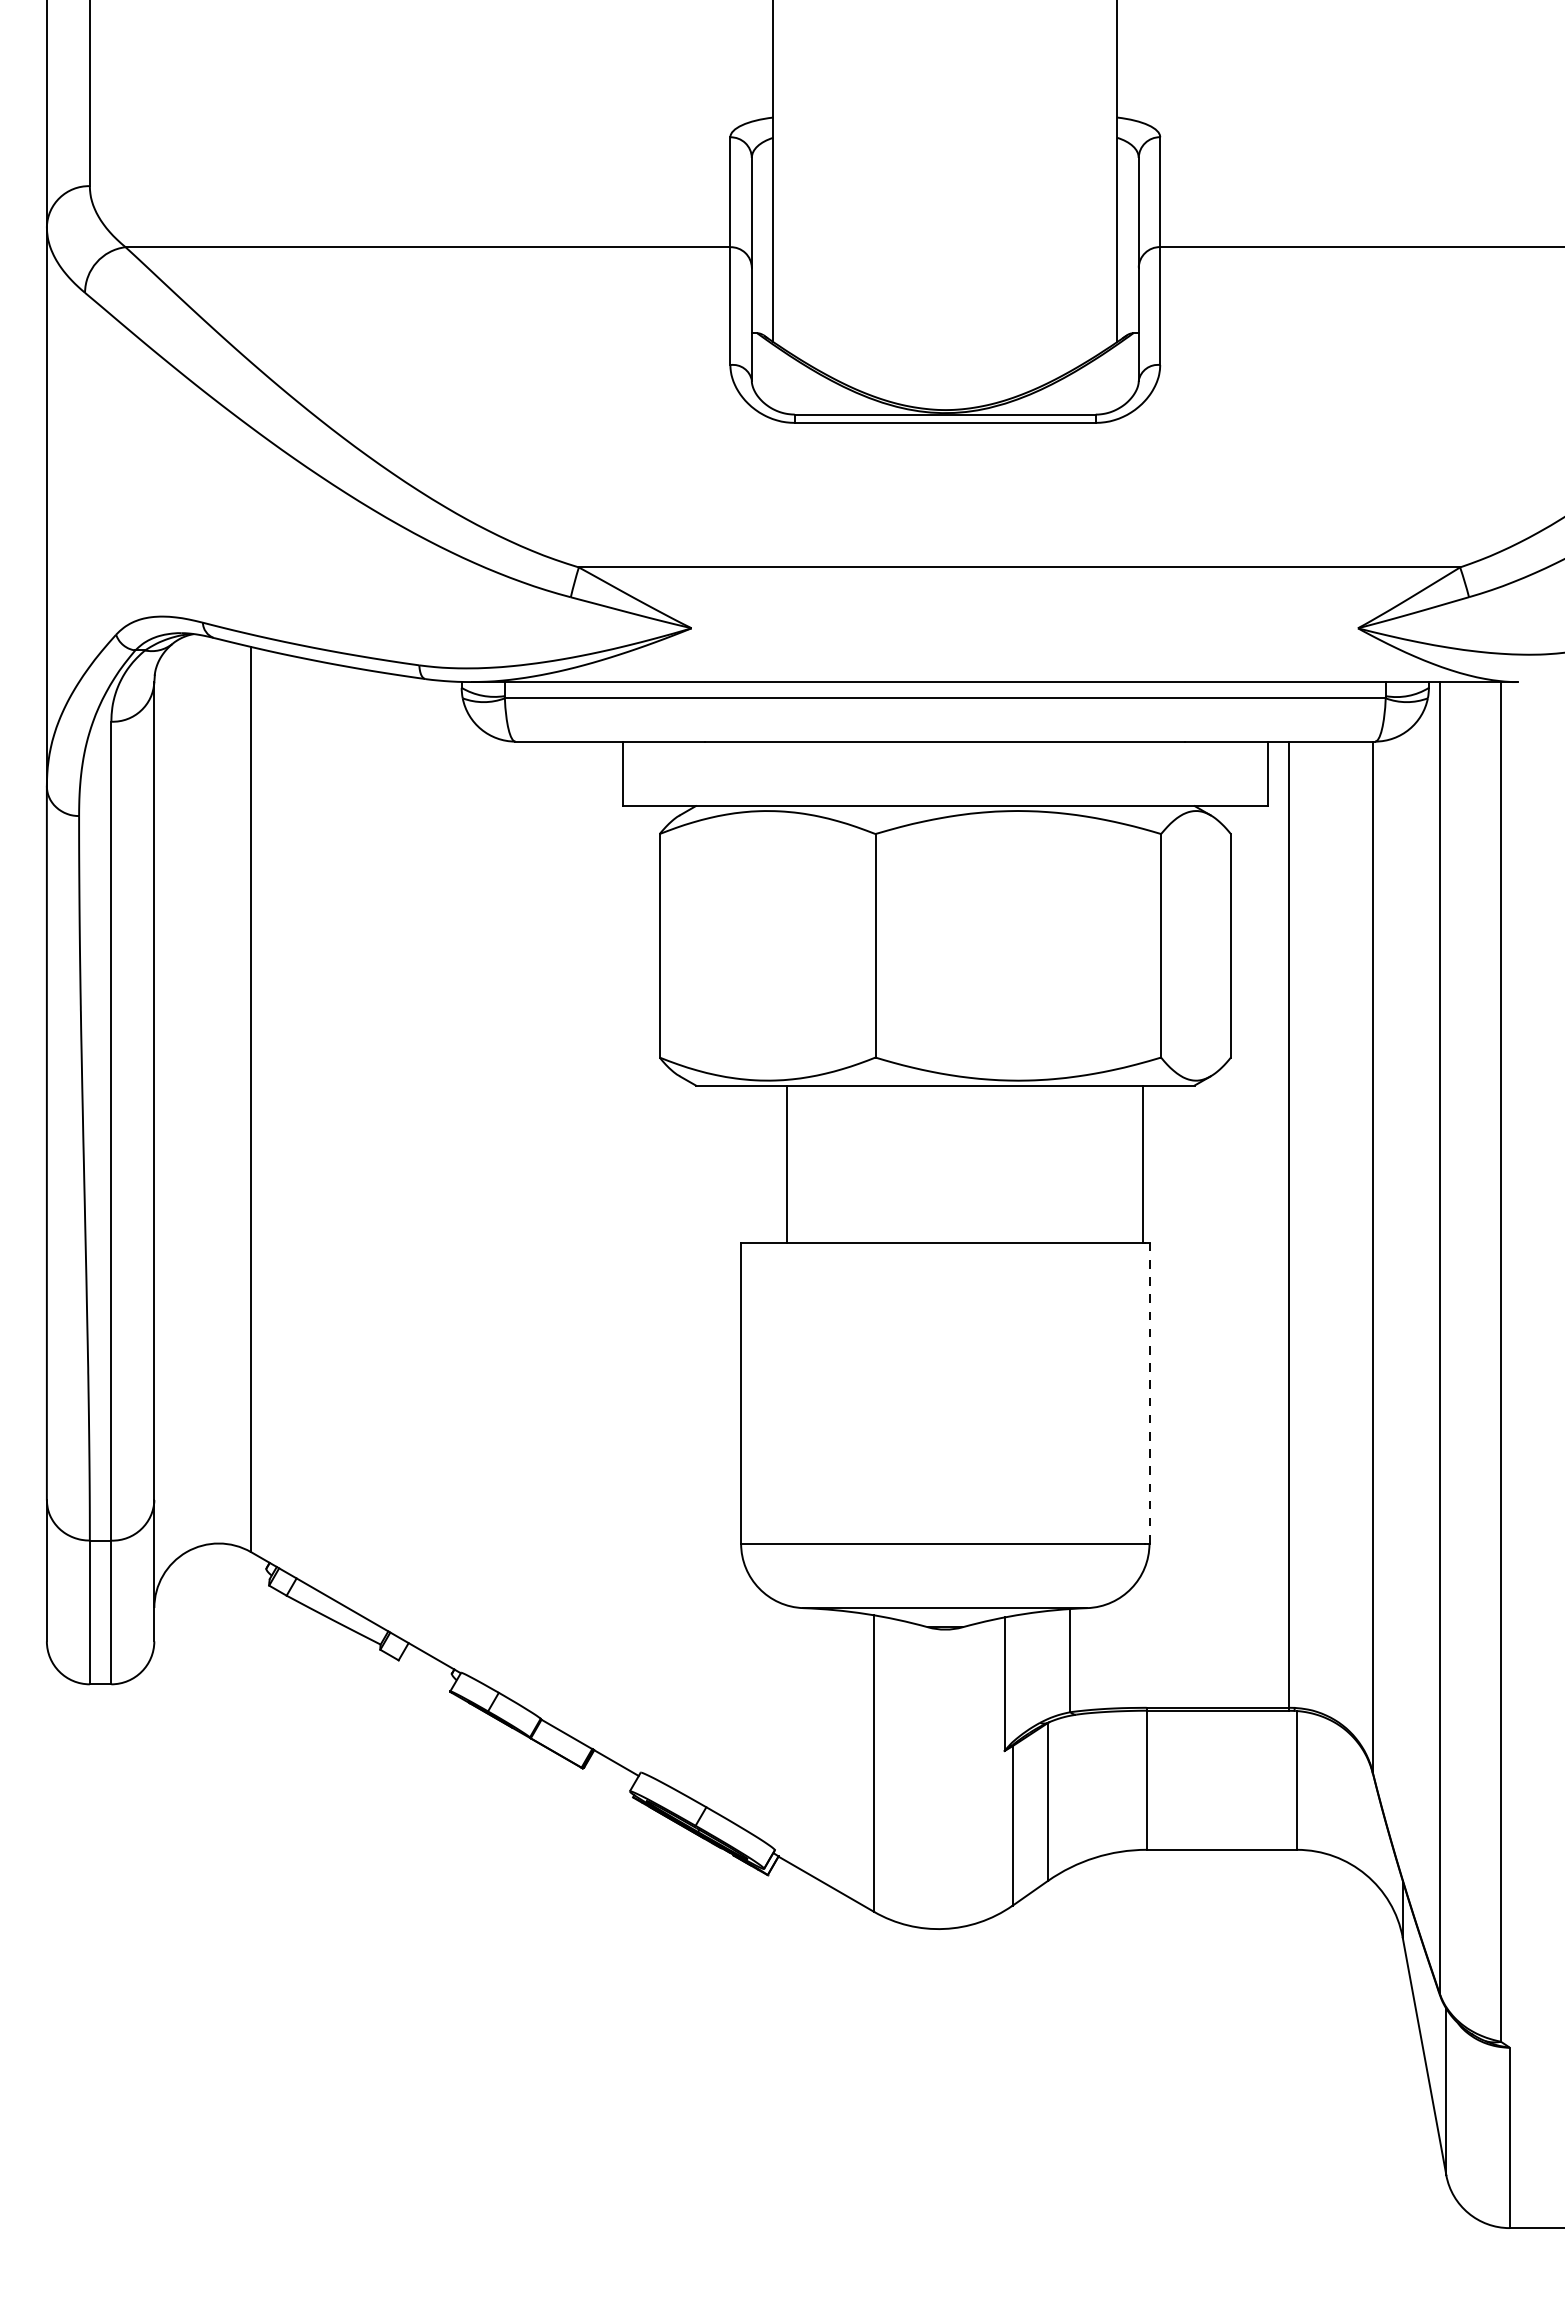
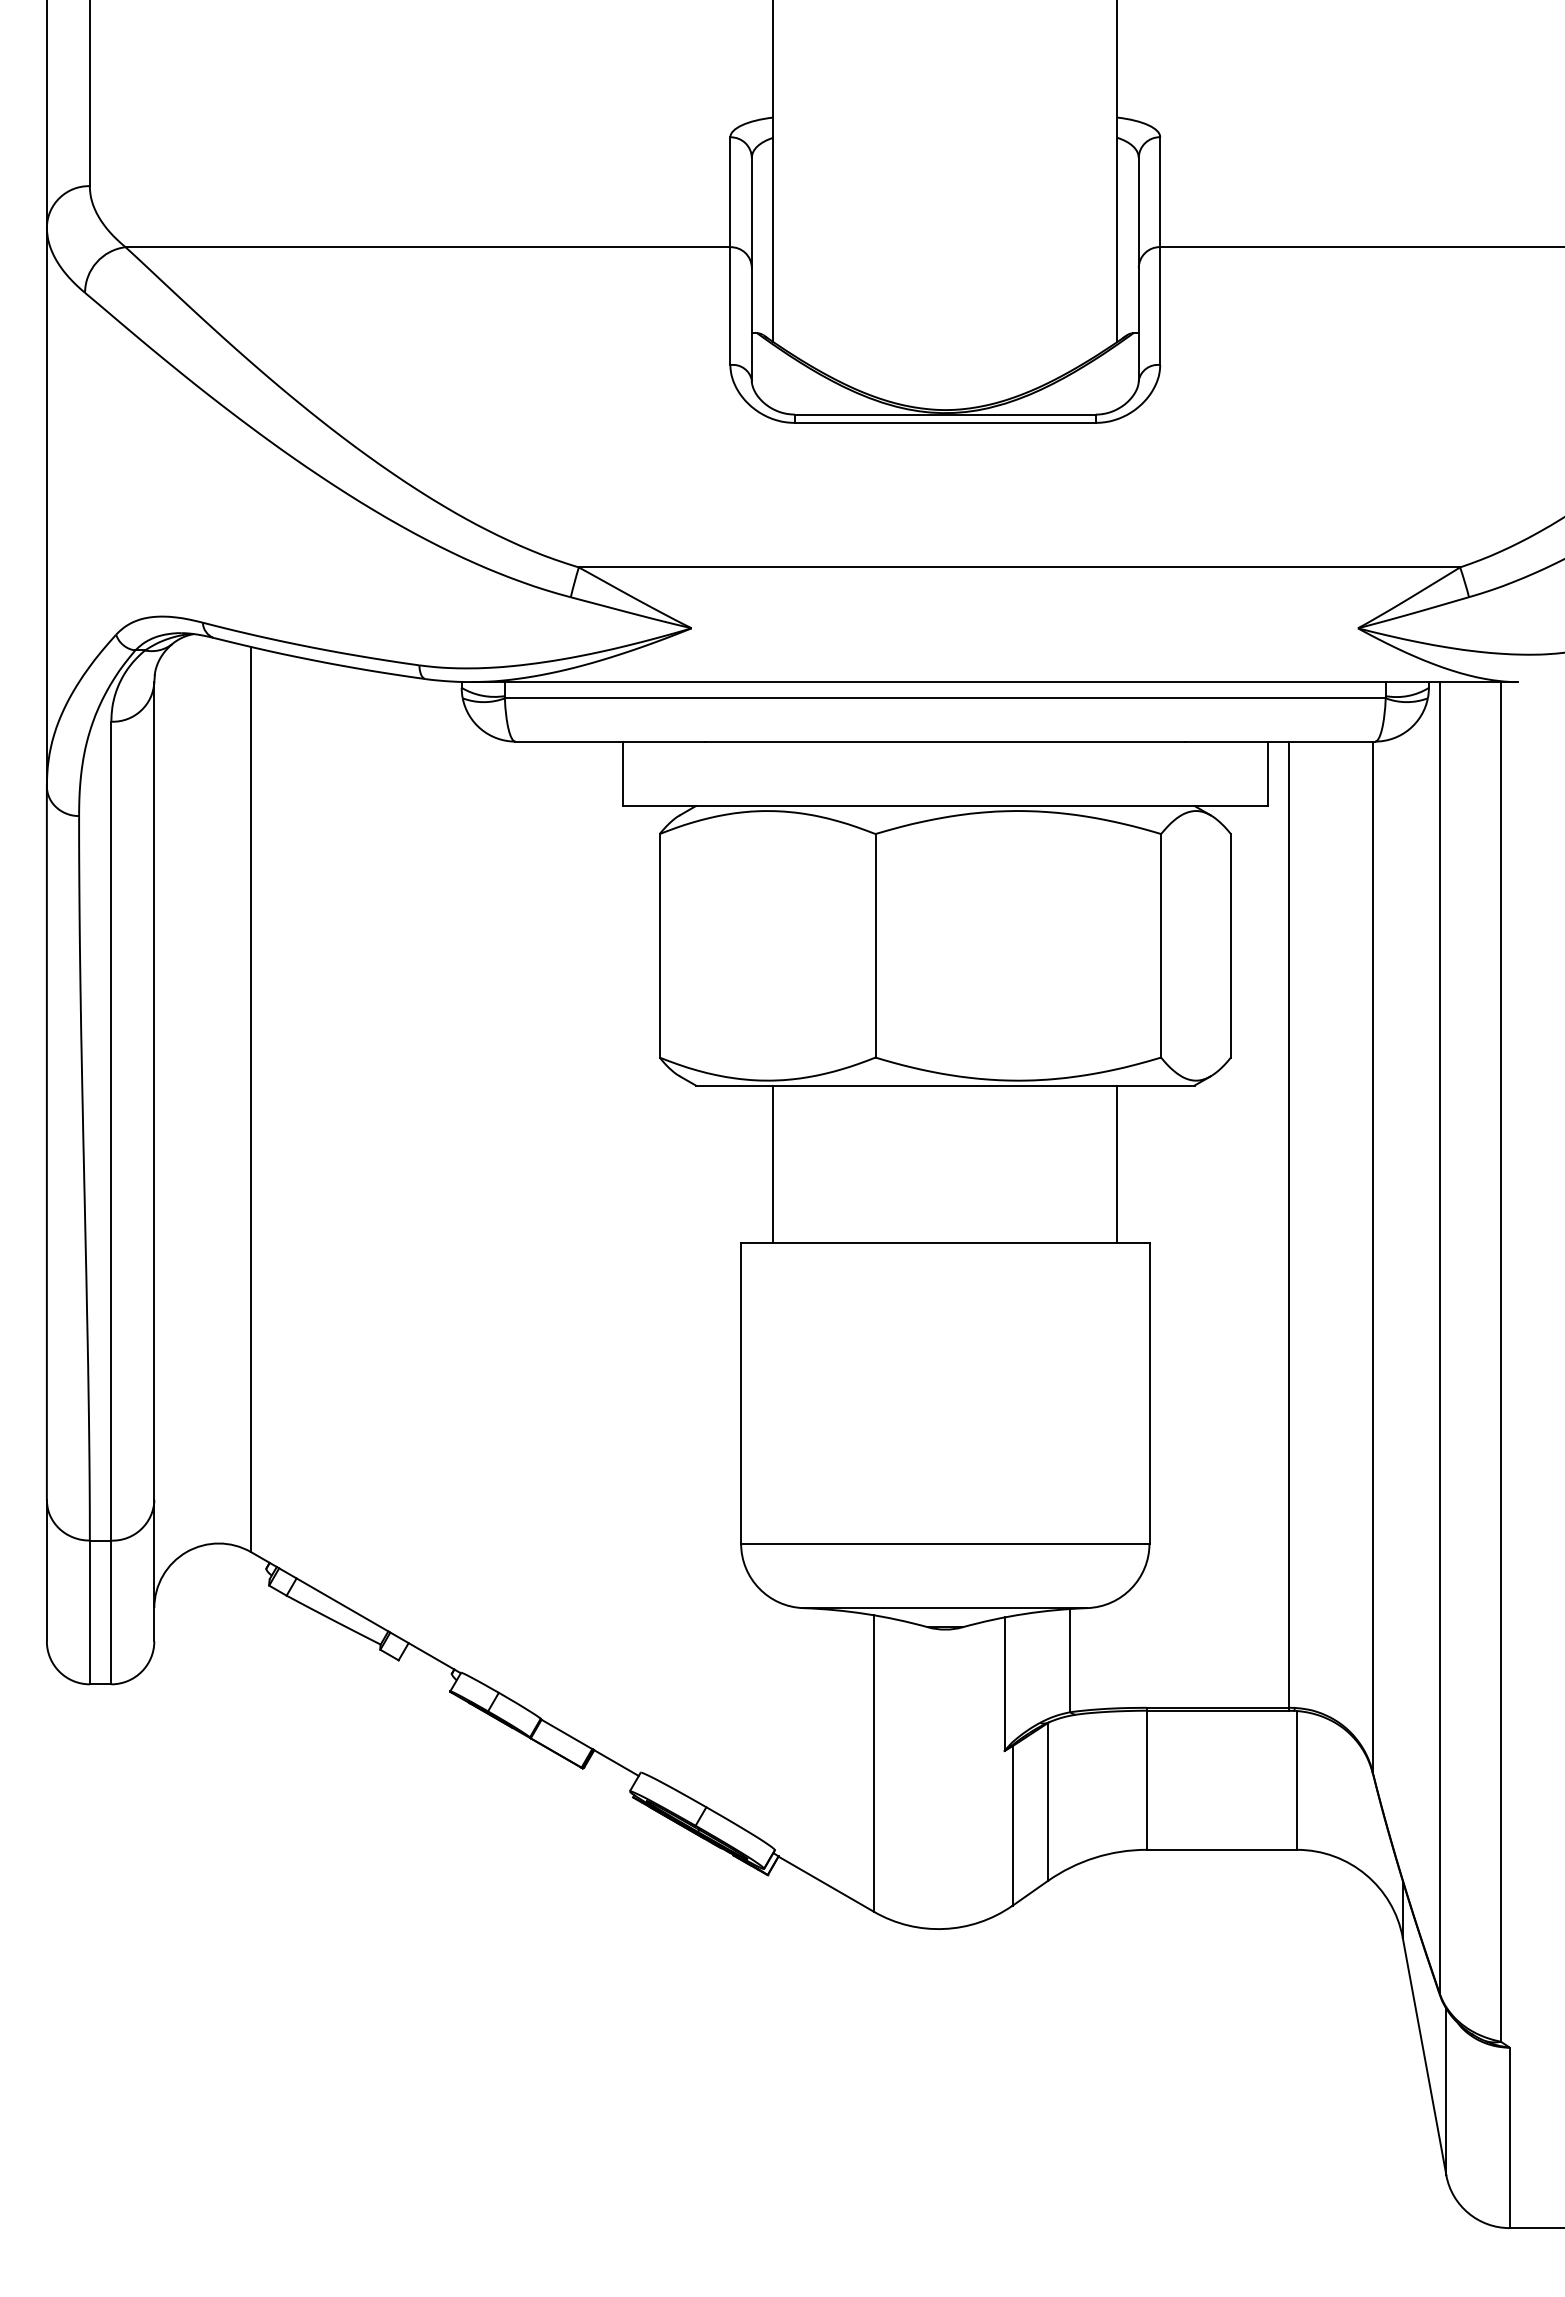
line at (787, 1163) position: (787, 1163) -> (773, 1163)
line at (1143, 1163) position: (1143, 1163) -> (1117, 1163)
line at (1149, 1392): dashed -> solid
